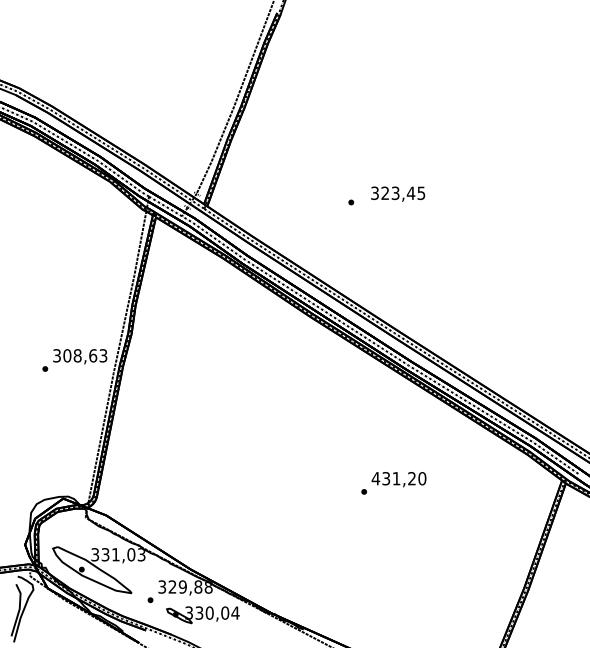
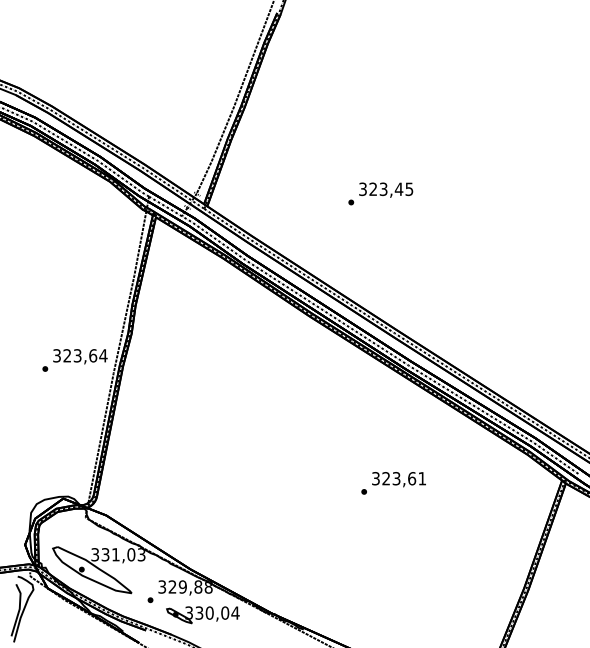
text at (398, 193) position: (398, 193) -> (386, 189)
text at (85, 355): 308,63 -> 323,64
text at (398, 478): 431,20 -> 323,61
